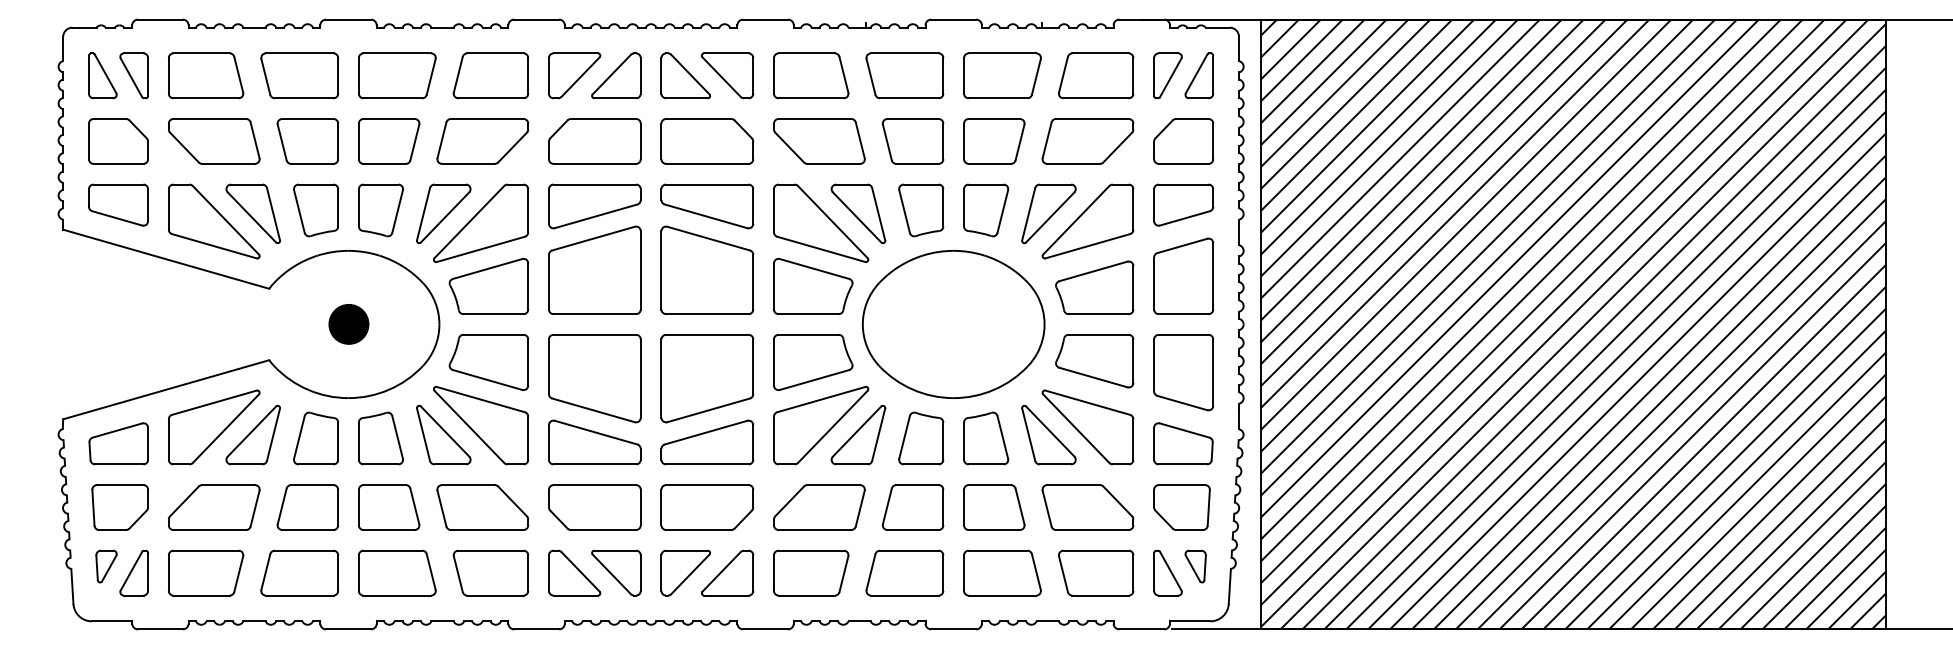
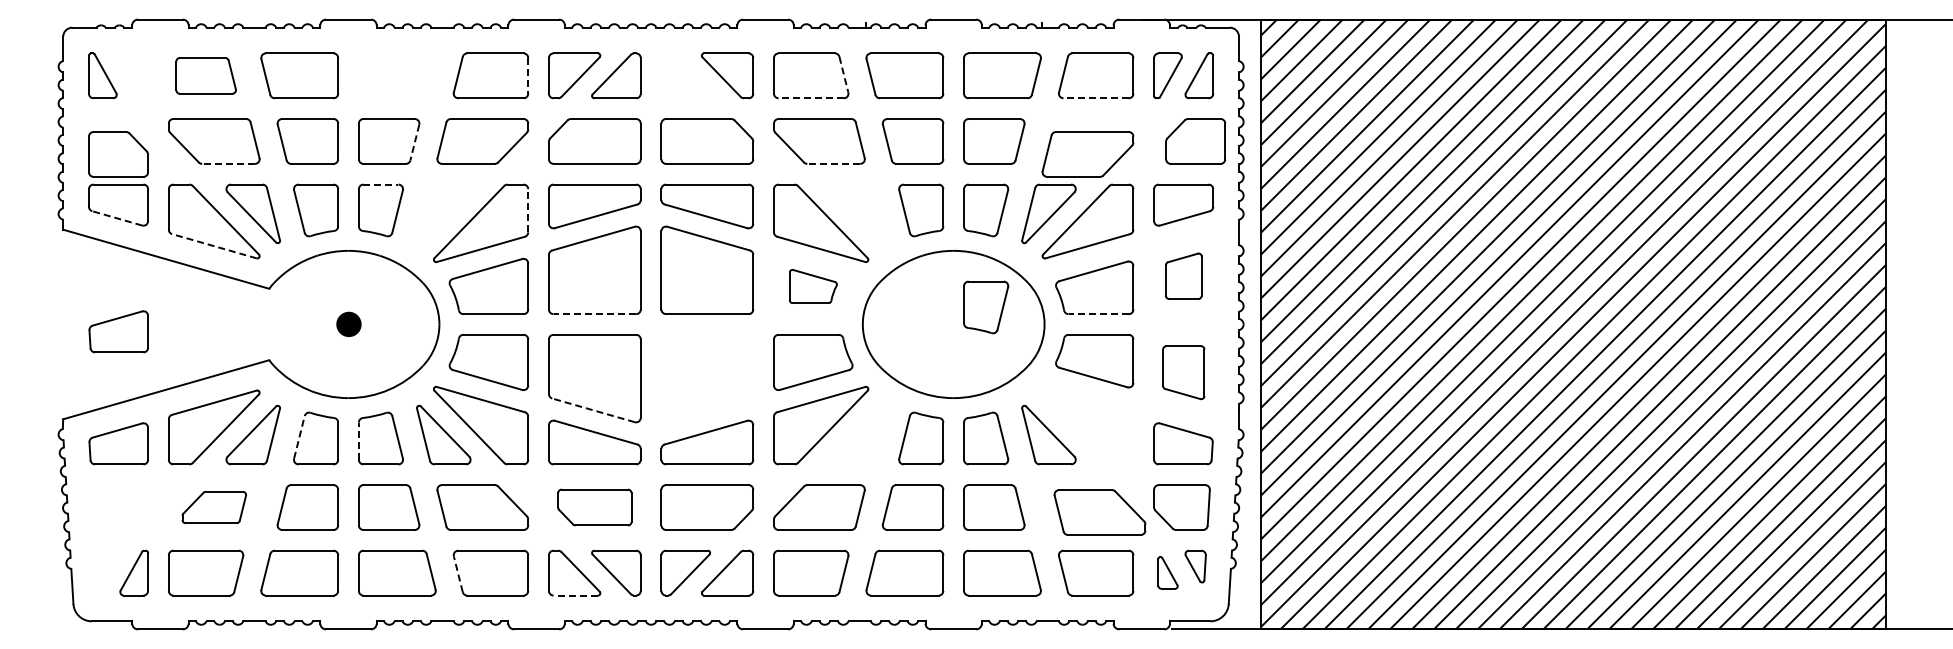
part at (133, 75): present -> none
part at (206, 75) size: 77x48 px -> 62x38 px
part at (397, 75): present -> none
line at (528, 75): solid -> dashed
part at (685, 75): present -> none
line at (844, 75): solid -> dashed
line at (811, 98): solid -> dashed
line at (1096, 98): solid -> dashed
part at (118, 141) position: (118, 141) -> (118, 154)
part at (1087, 141) position: (1087, 141) -> (1087, 154)
part at (1183, 141) position: (1183, 141) -> (1195, 141)
line at (414, 143): solid -> dashed
line at (228, 163): solid -> dashed
line at (833, 163): solid -> dashed
line at (381, 184): solid -> dashed
line at (528, 210): solid -> dashed
part at (443, 213): present -> none
part at (858, 213): present -> none
line at (117, 218): solid -> dashed
line at (214, 246): solid -> dashed
part at (1183, 275) size: 62x78 px -> 38x48 px
part at (813, 286) size: 81x57 px -> 49x35 px
part at (986, 307): none -> present
line at (594, 314): solid -> dashed
line at (1098, 314): solid -> dashed
part at (348, 324) size: 42x41 px -> 26x26 px
part at (118, 331): none -> present
part at (1183, 372) size: 62x78 px -> 44x56 px
part at (707, 378): present -> none
line at (593, 410): solid -> dashed
part at (1087, 427): present -> none
part at (858, 434): present -> none
line at (299, 437): solid -> dashed
line at (358, 441): solid -> dashed
part at (119, 507): present -> none
part at (214, 507) size: 93x47 px -> 67x33 px
part at (594, 507) size: 94x47 px -> 76x39 px
part at (1087, 507) position: (1087, 507) -> (1099, 512)
part at (106, 566): present -> none
part at (1167, 572) size: 30x48 px -> 22x34 px
line at (458, 573): solid -> dashed
line at (575, 595): solid -> dashed
